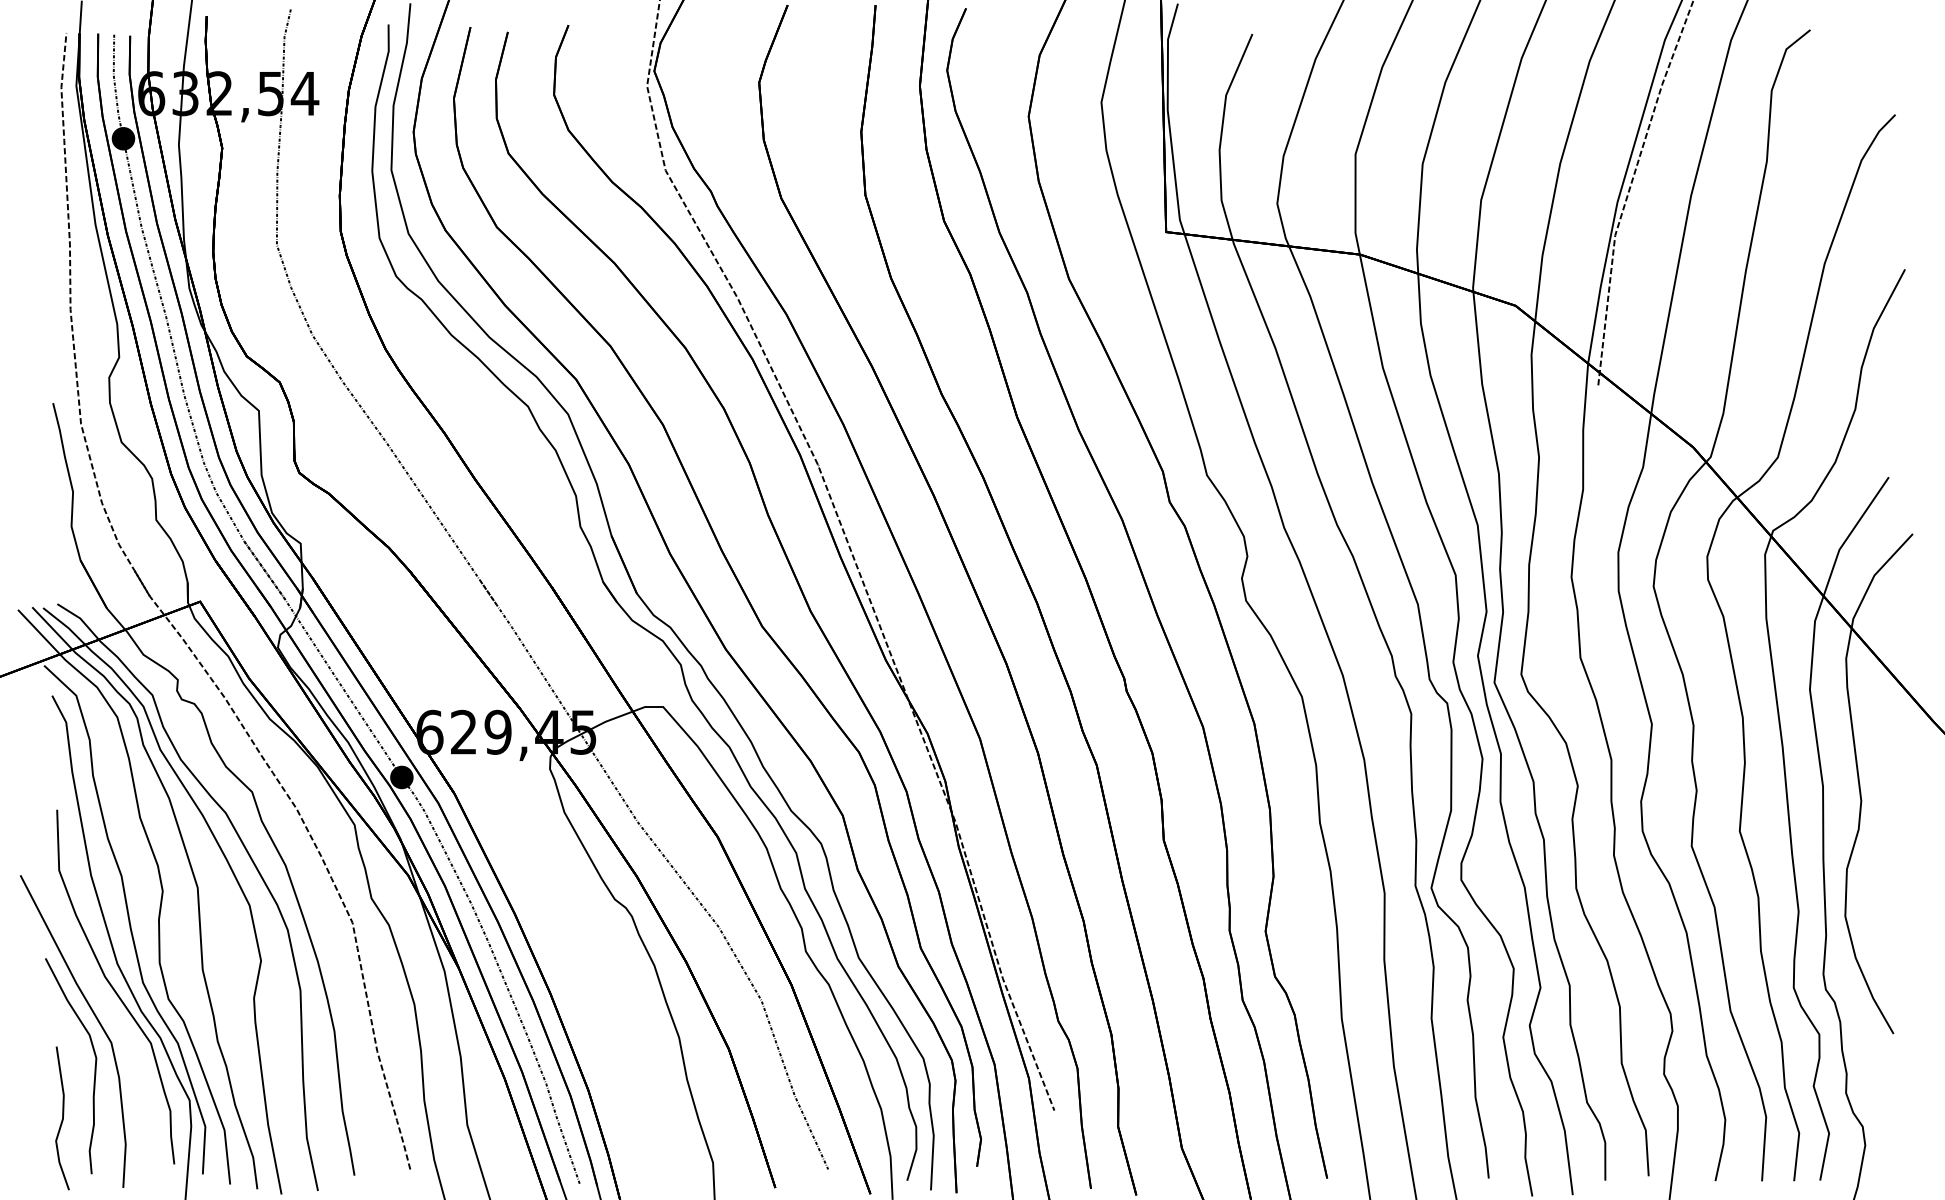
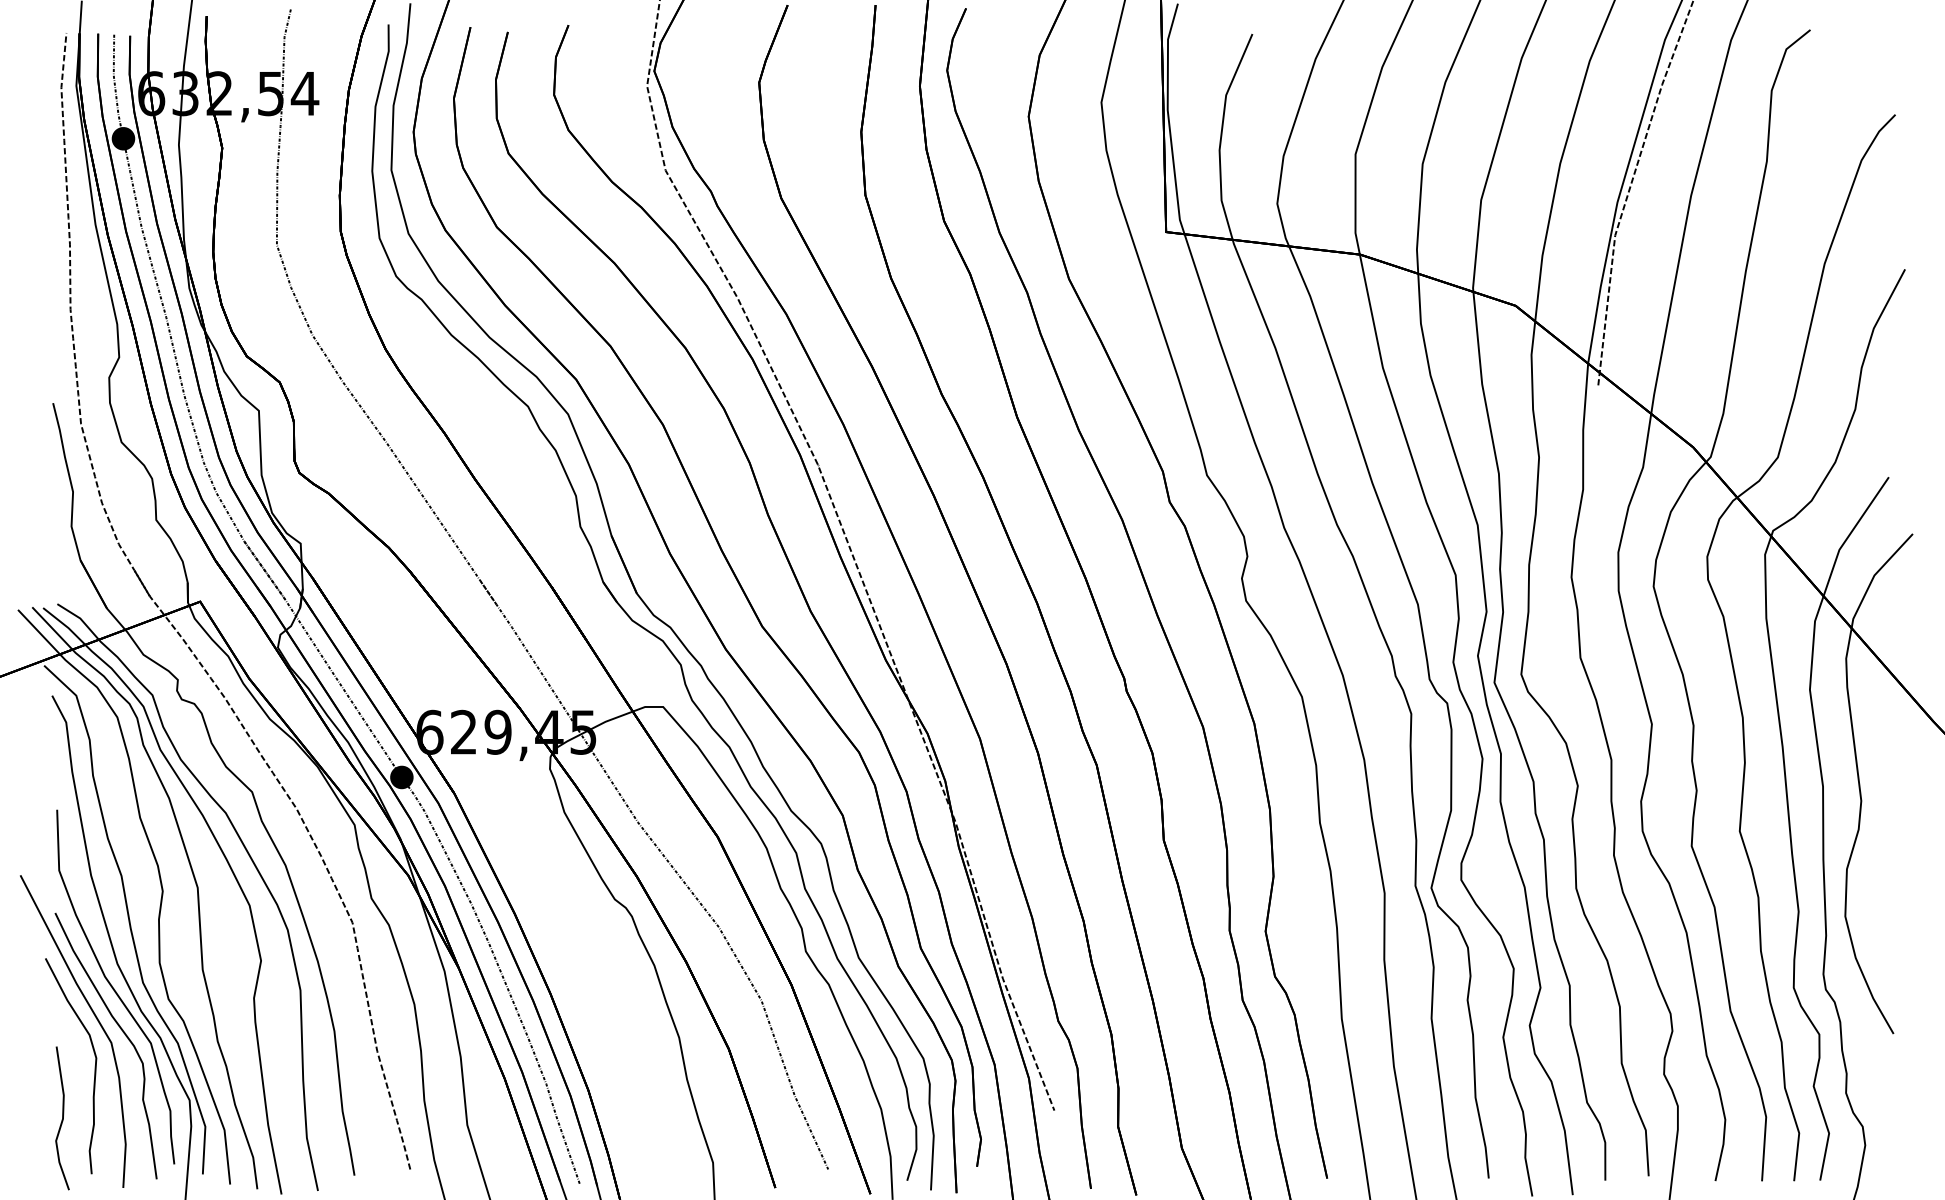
part at (122, 1032): none -> present
